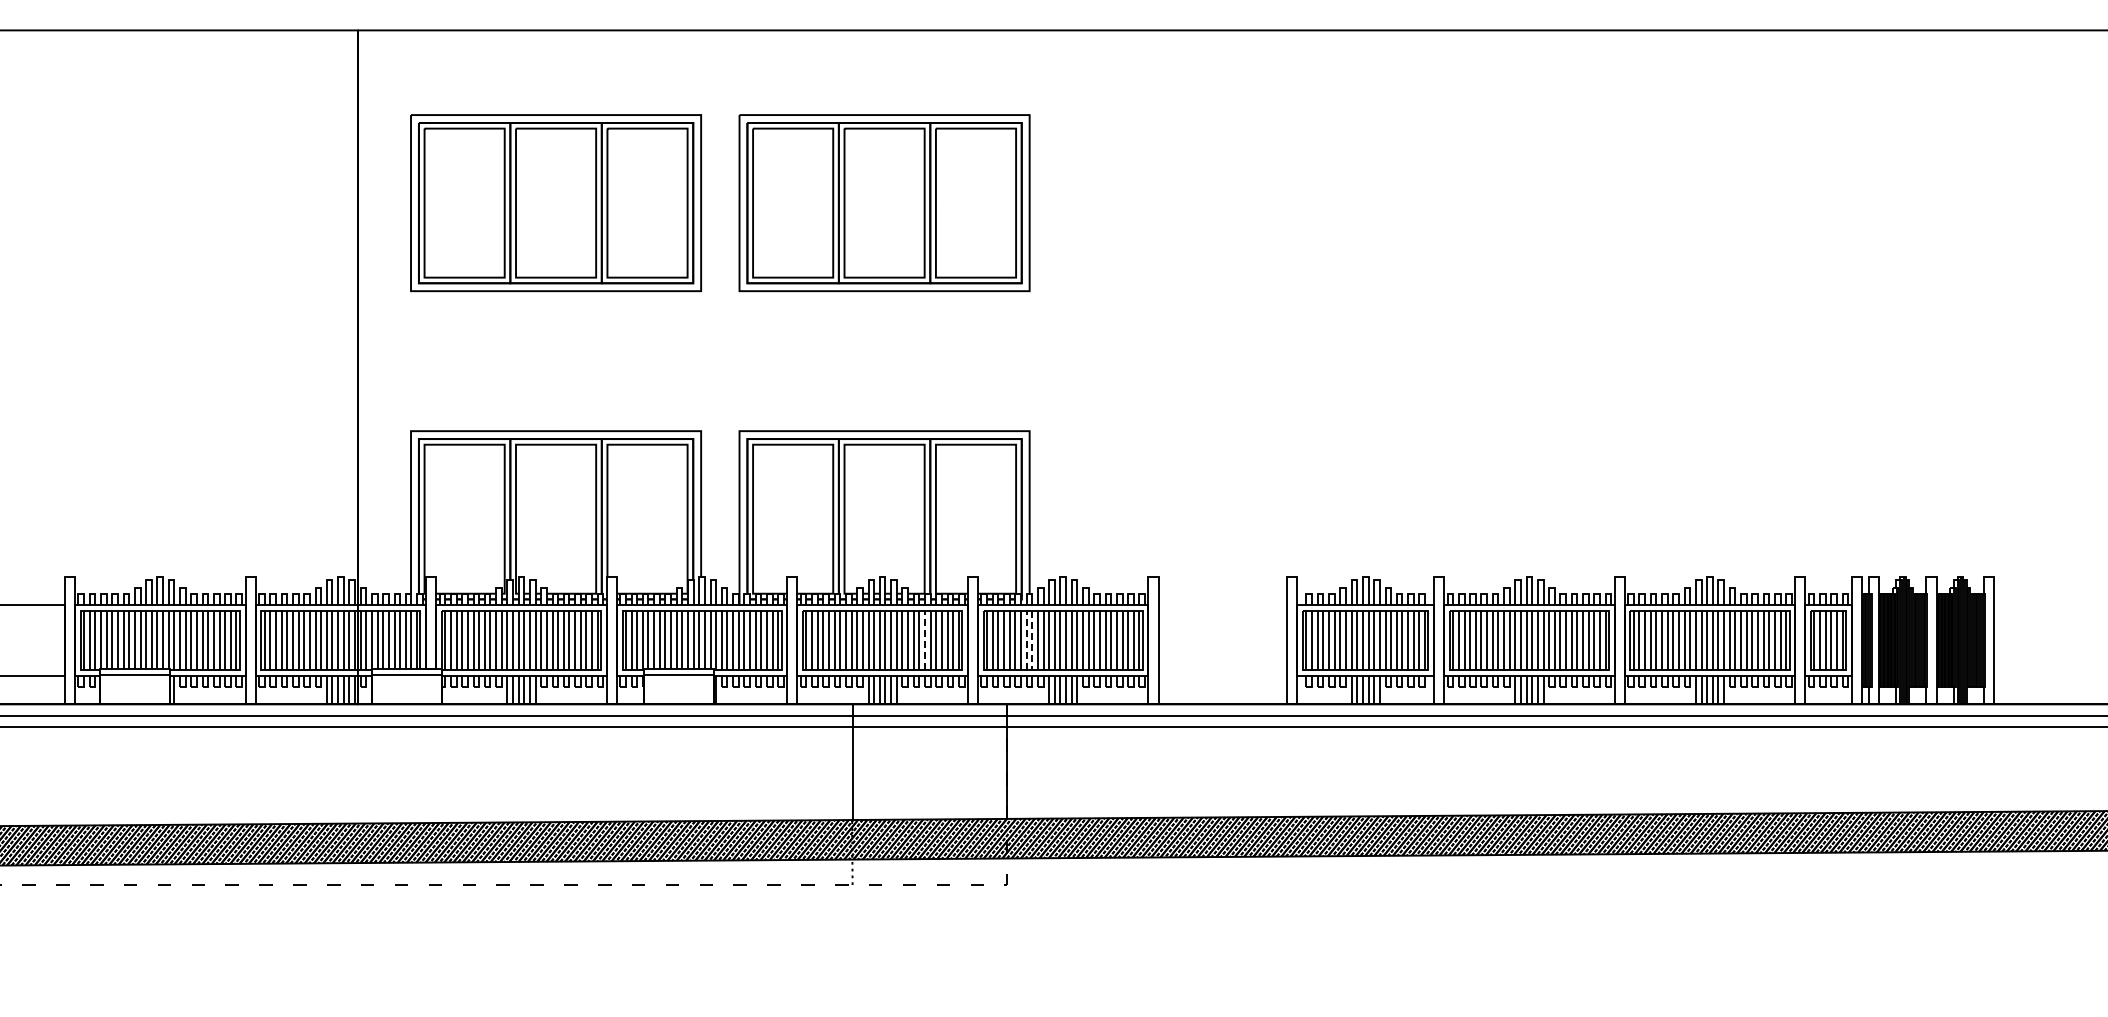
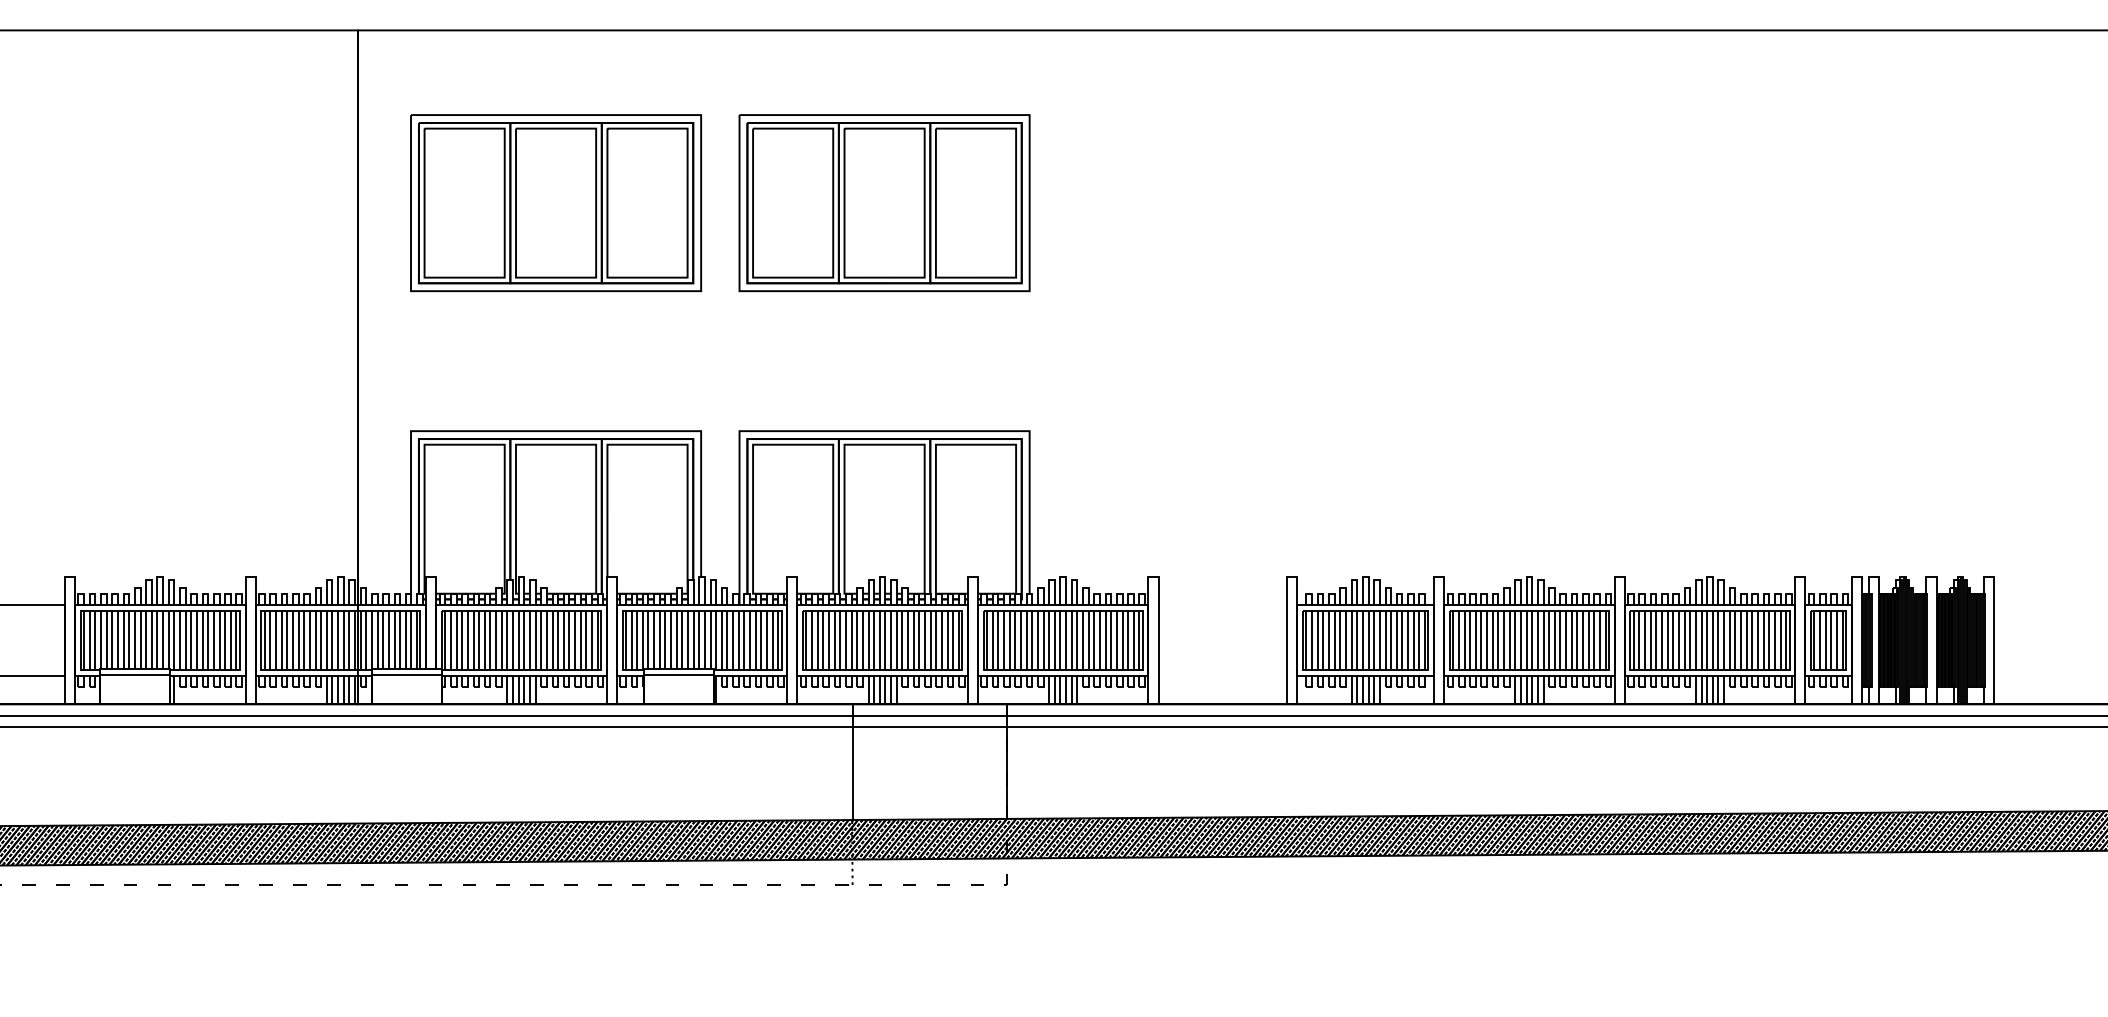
line at (924, 640): dashed -> solid
line at (1026, 640): dashed -> solid
line at (1032, 640): dashed -> solid
